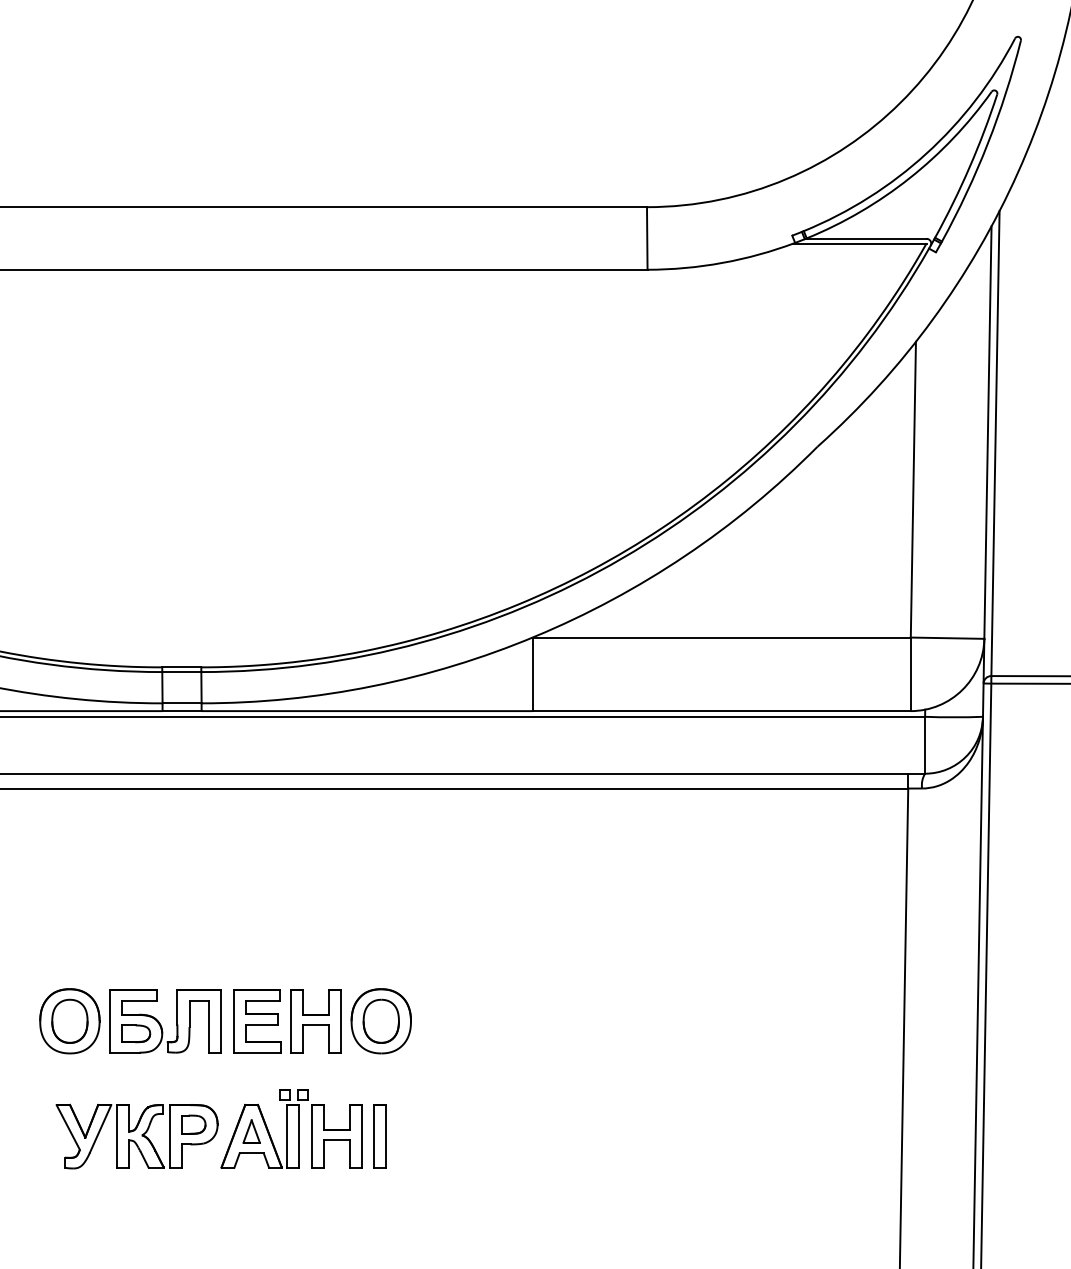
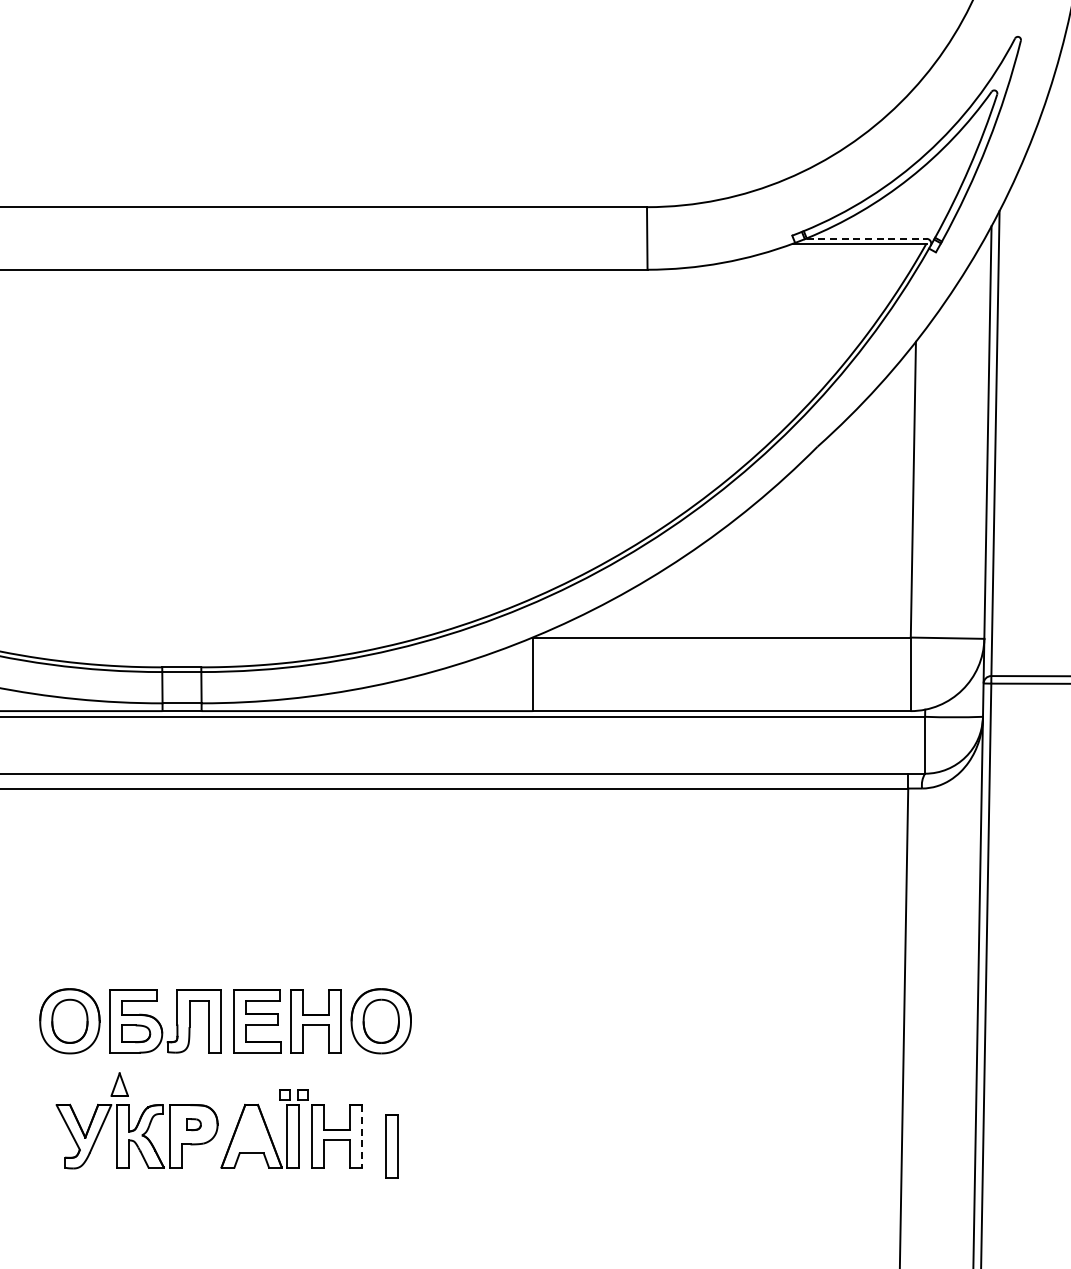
line at (867, 238): solid -> dashed
part at (193, 1124) size: 26x21 px -> 16x14 px
part at (251, 1131) position: (251, 1131) -> (119, 1084)
line at (362, 1136): solid -> dashed
part at (379, 1136) position: (379, 1136) -> (391, 1146)
